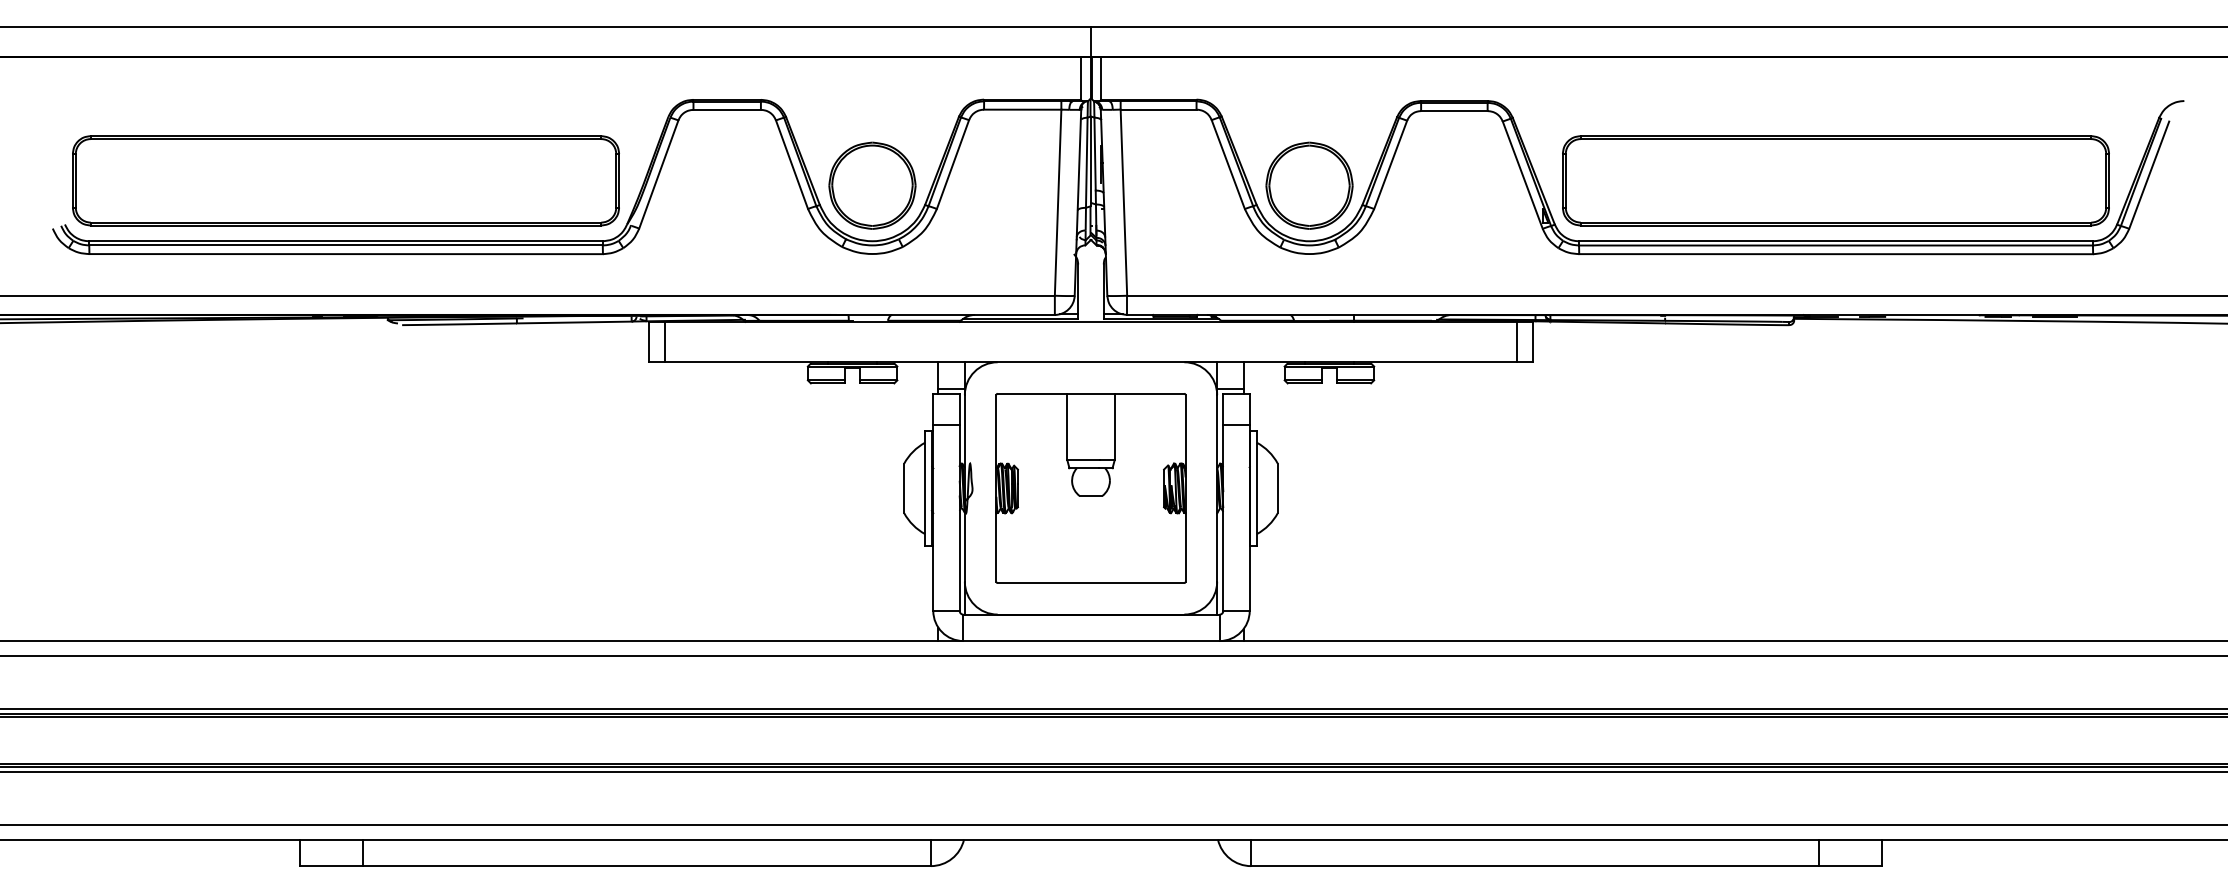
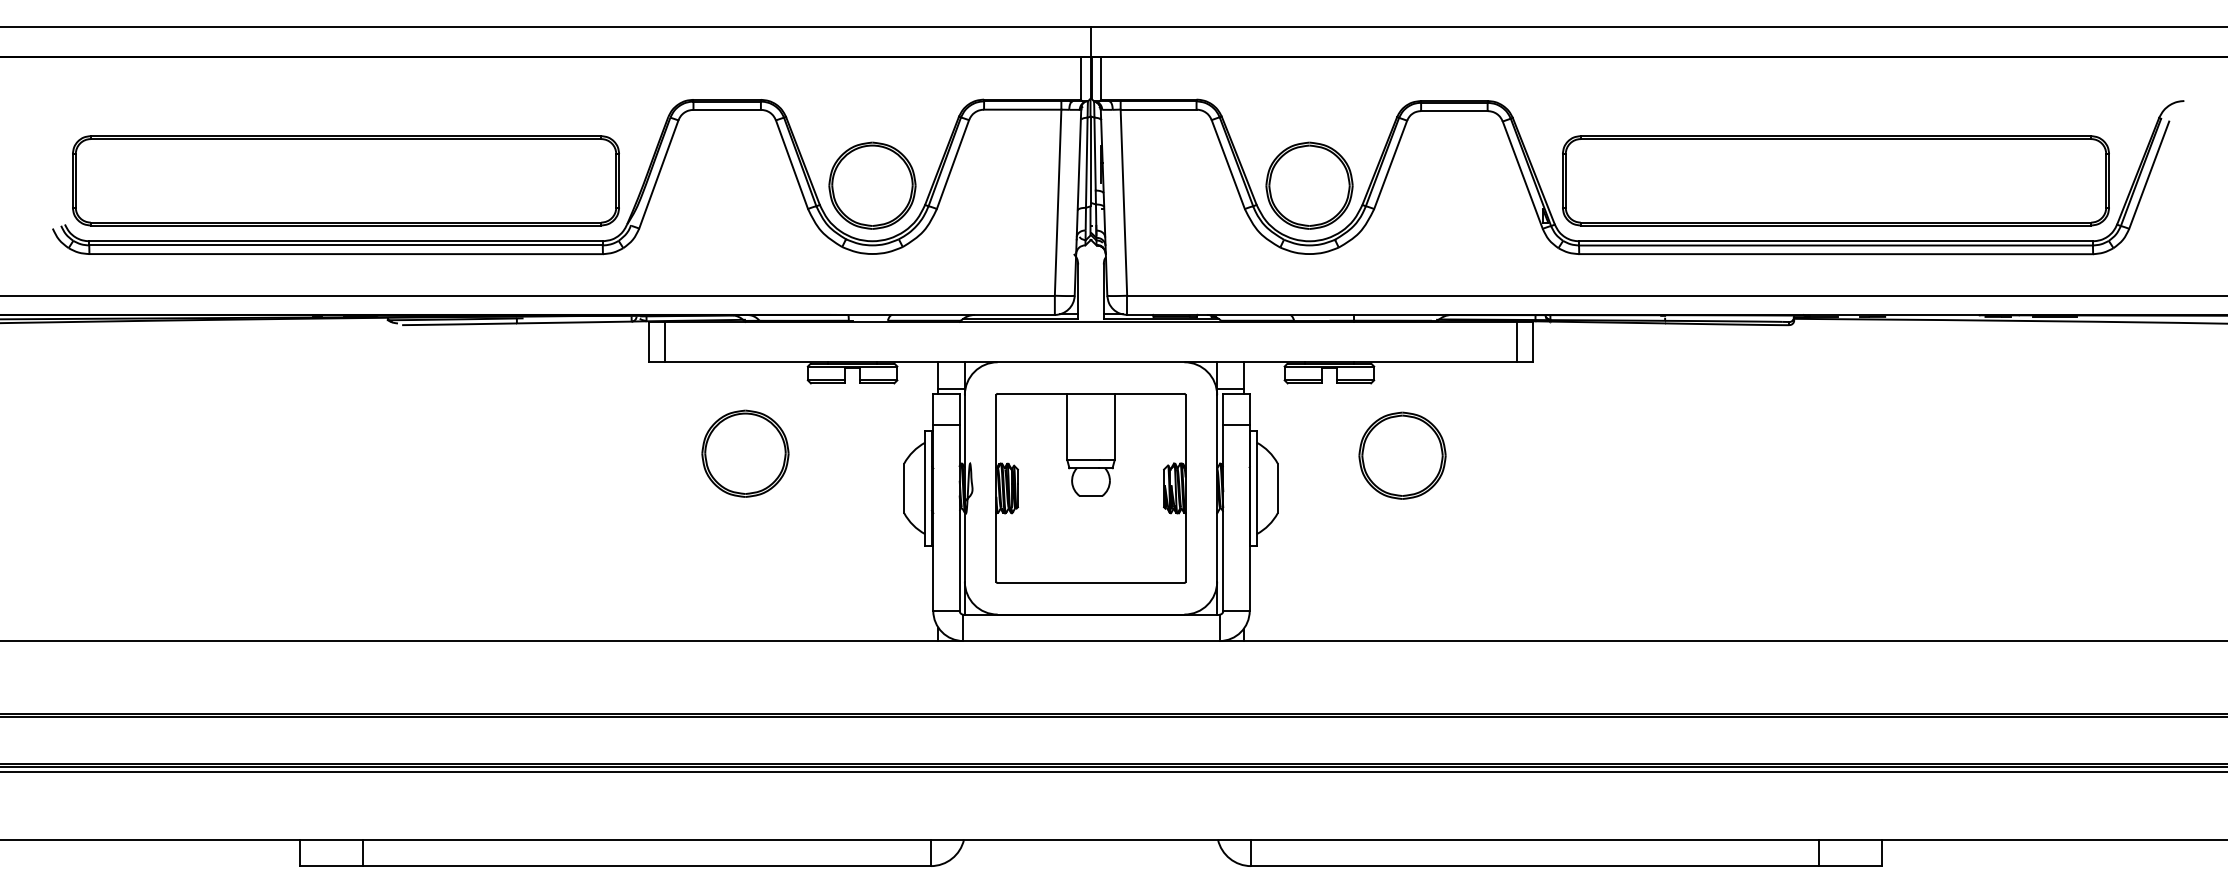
part at (745, 453): none -> present
part at (1402, 455): none -> present
line at (1113, 655): present -> none
line at (1113, 709): present -> none
line at (1113, 824): present -> none
